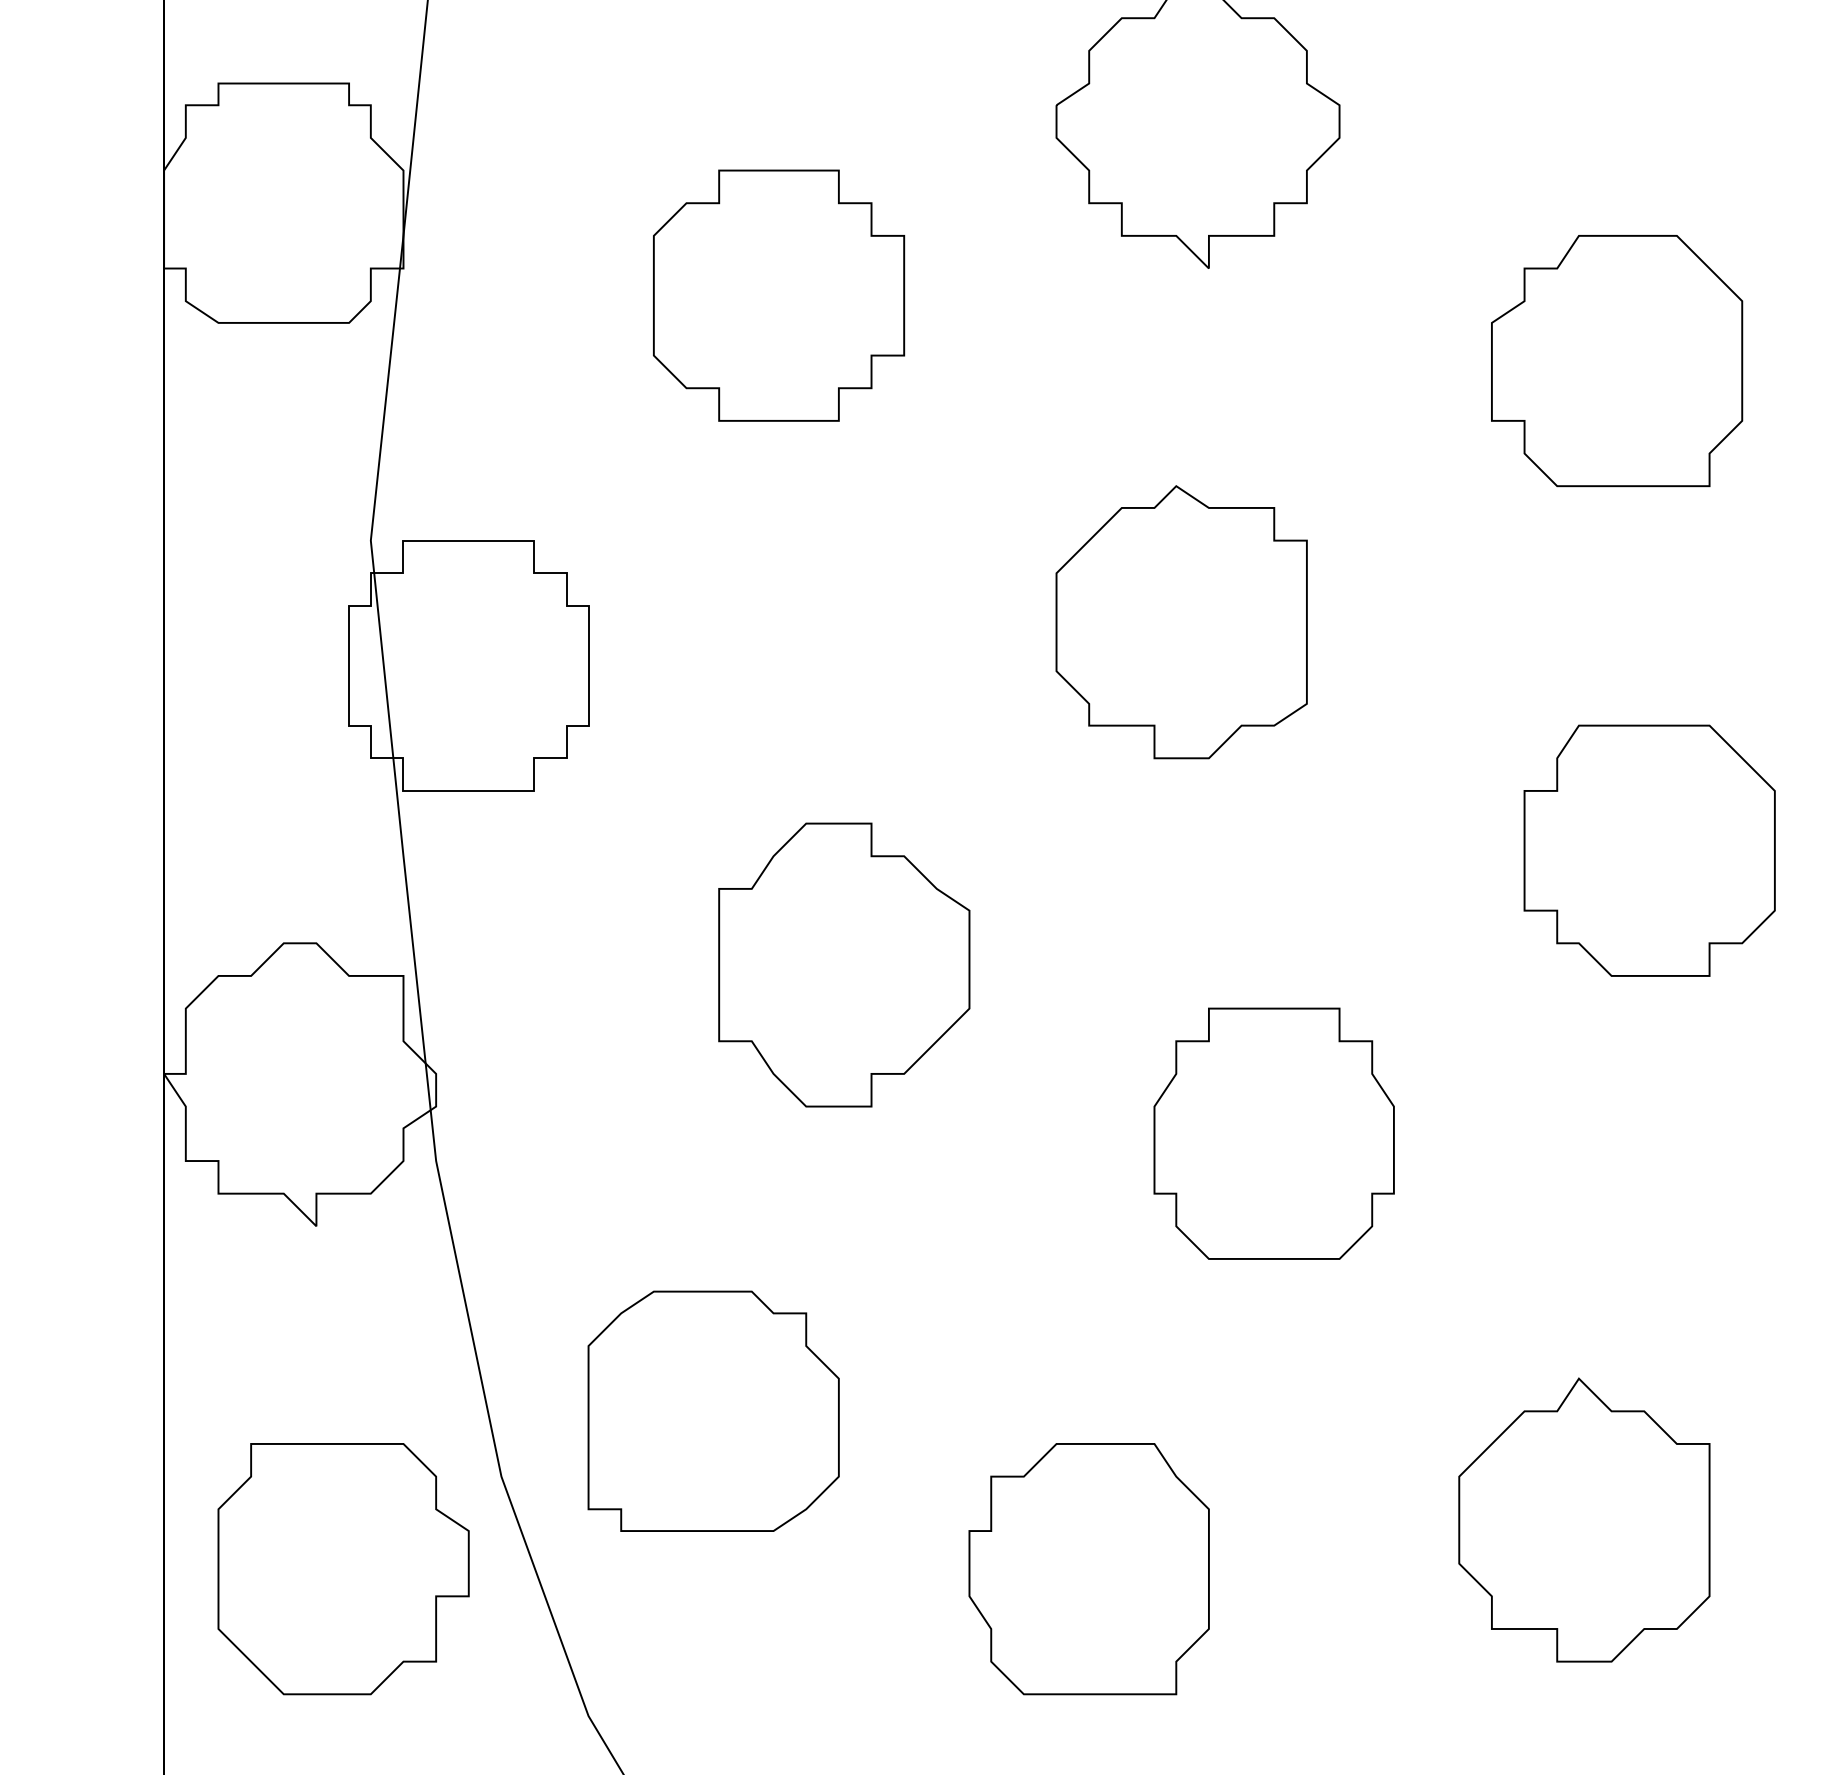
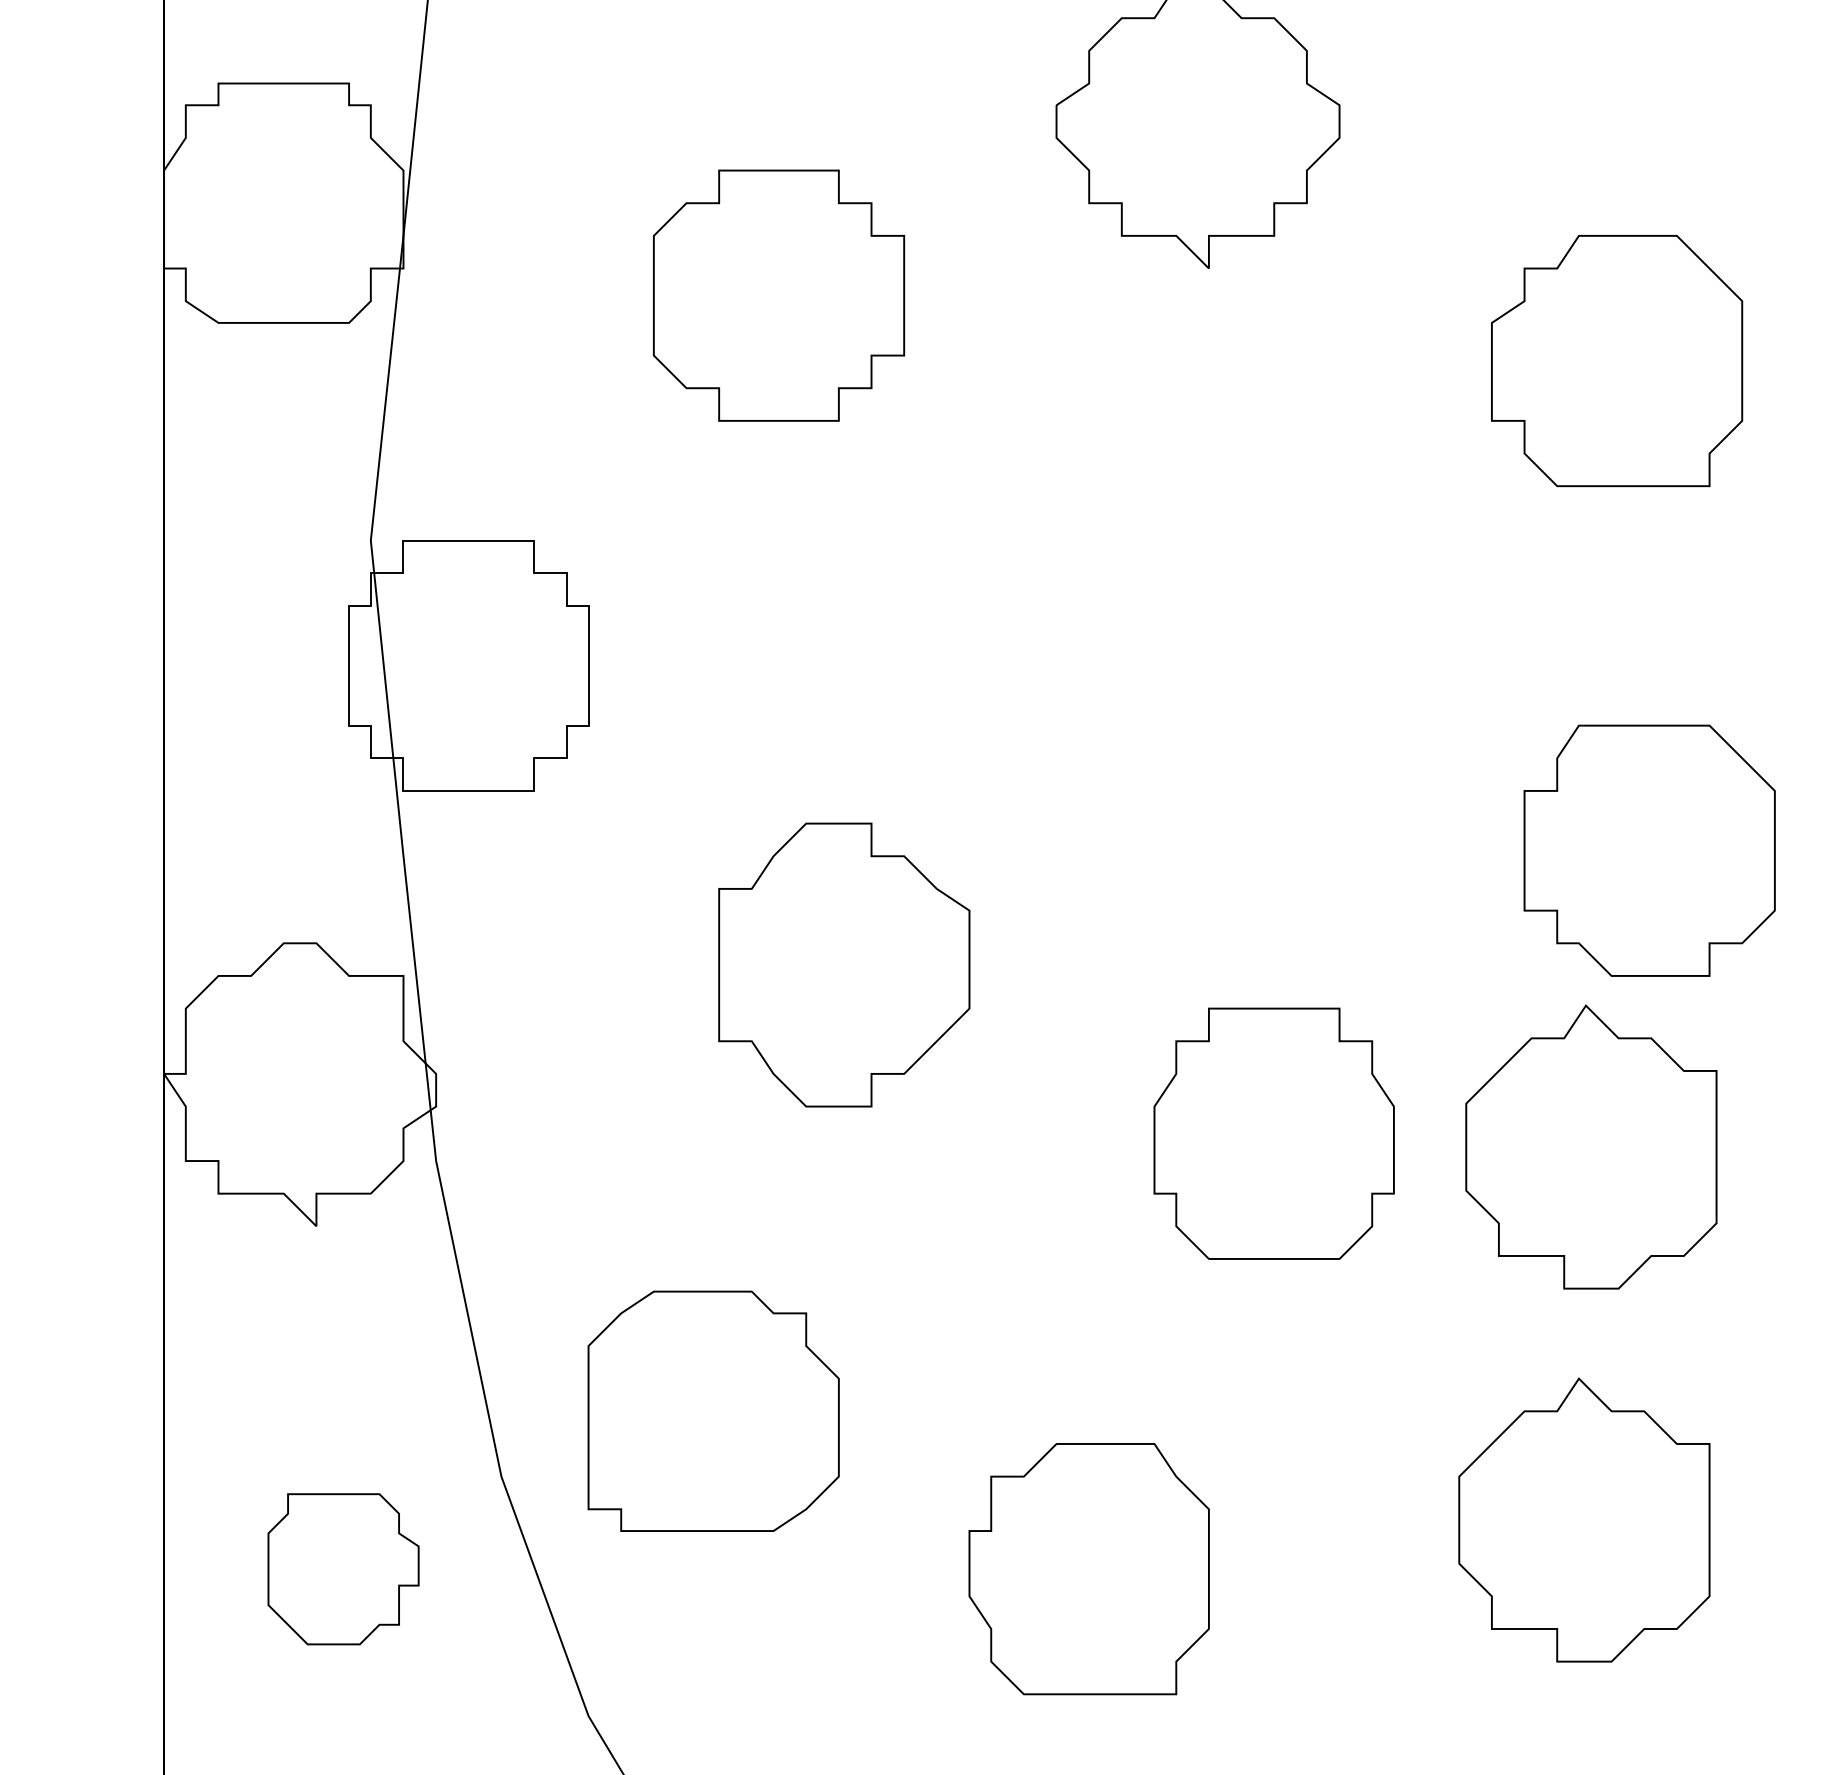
part at (1181, 622): present -> none
part at (1591, 1146): none -> present
part at (343, 1569) size: 253x253 px -> 153x153 px
